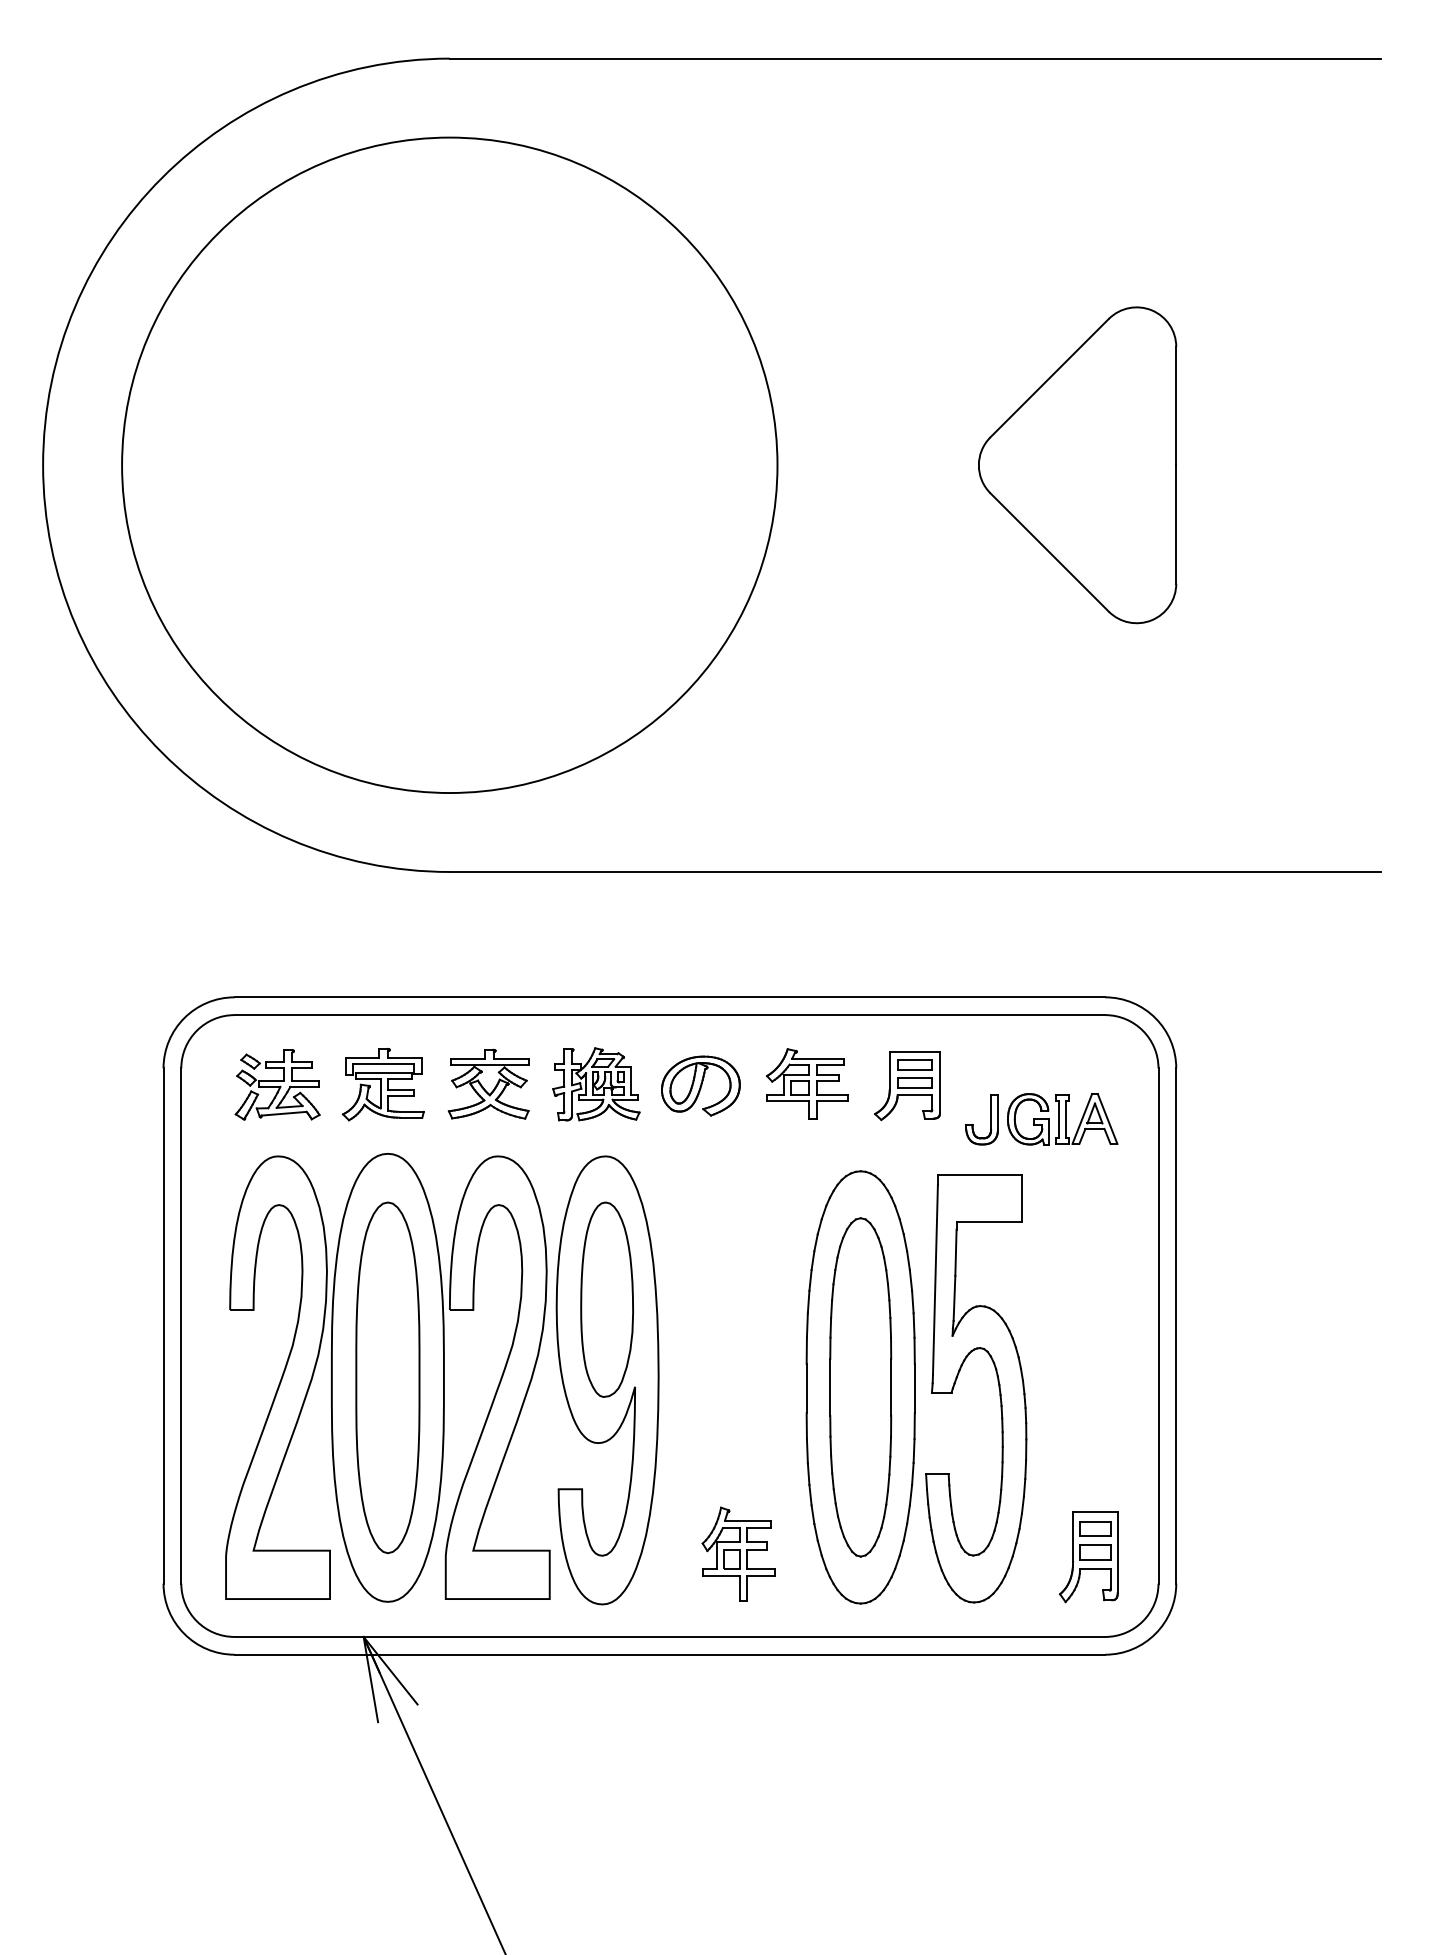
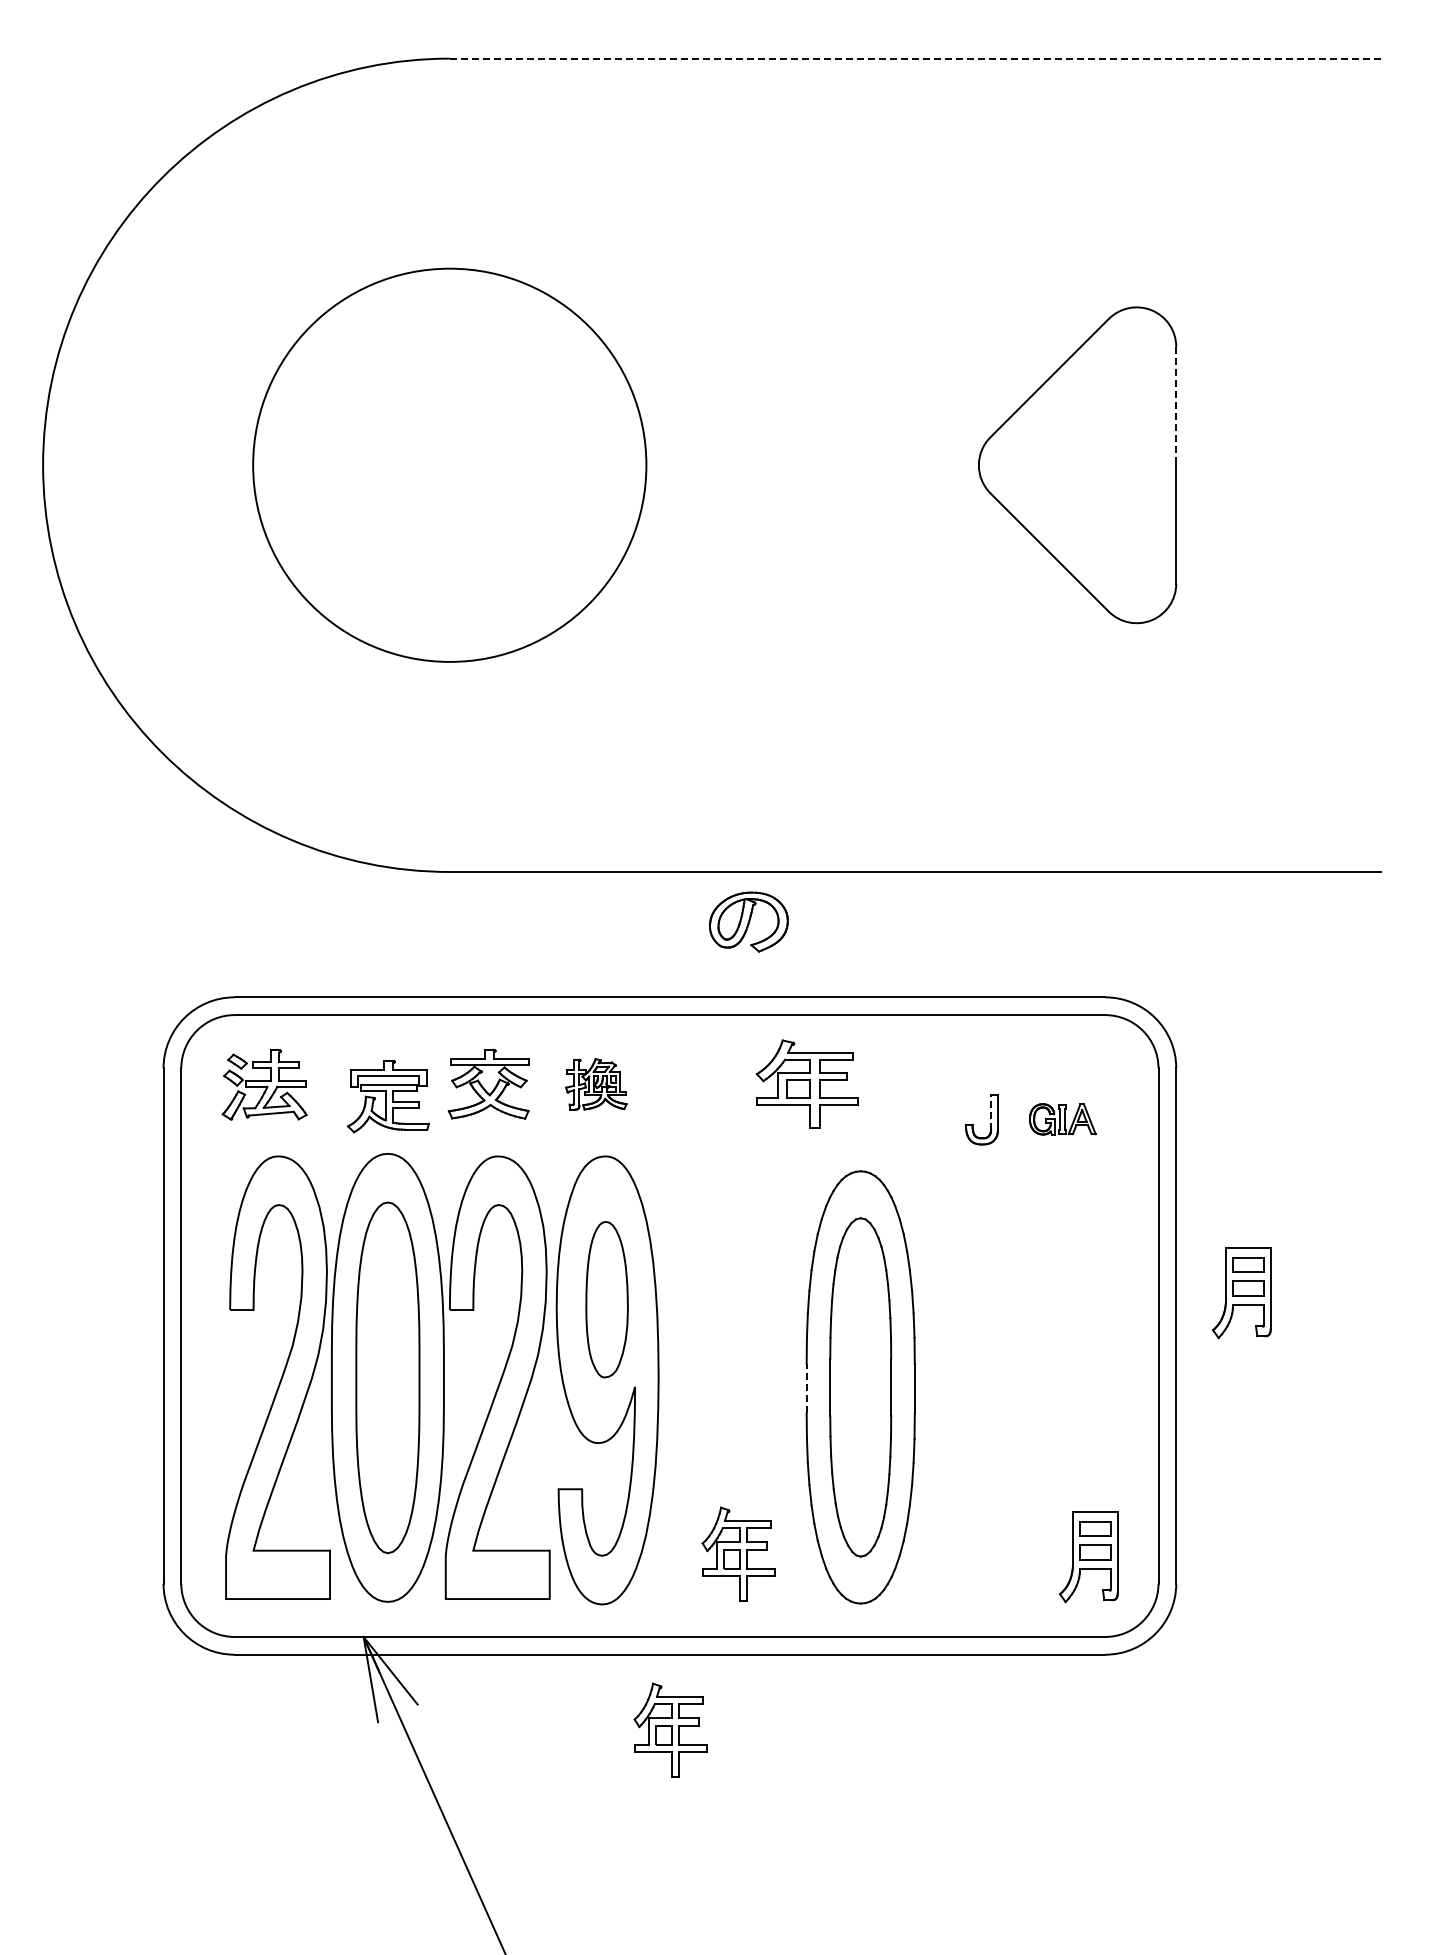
line at (915, 58): solid -> dashed
line at (1176, 406): solid -> dashed
circle at (449, 465) diameter: 655 px -> 393 px
part at (807, 1083) size: 83x72 px -> 104x90 px
part at (277, 1084) position: (277, 1084) -> (264, 1084)
part at (383, 1084) position: (383, 1084) -> (388, 1096)
part at (596, 1084) size: 89x75 px -> 63x53 px
part at (700, 1085) position: (700, 1085) -> (748, 921)
part at (907, 1086): present -> none
line at (991, 1112): solid -> dashed
part at (1062, 1119) size: 112x53 px -> 68x33 px
part at (1241, 1293): none -> present
part at (606, 1299) size: 54x197 px -> 44x158 px
part at (956, 1381): present -> none
line at (806, 1388): solid -> dashed
part at (670, 1729): none -> present
